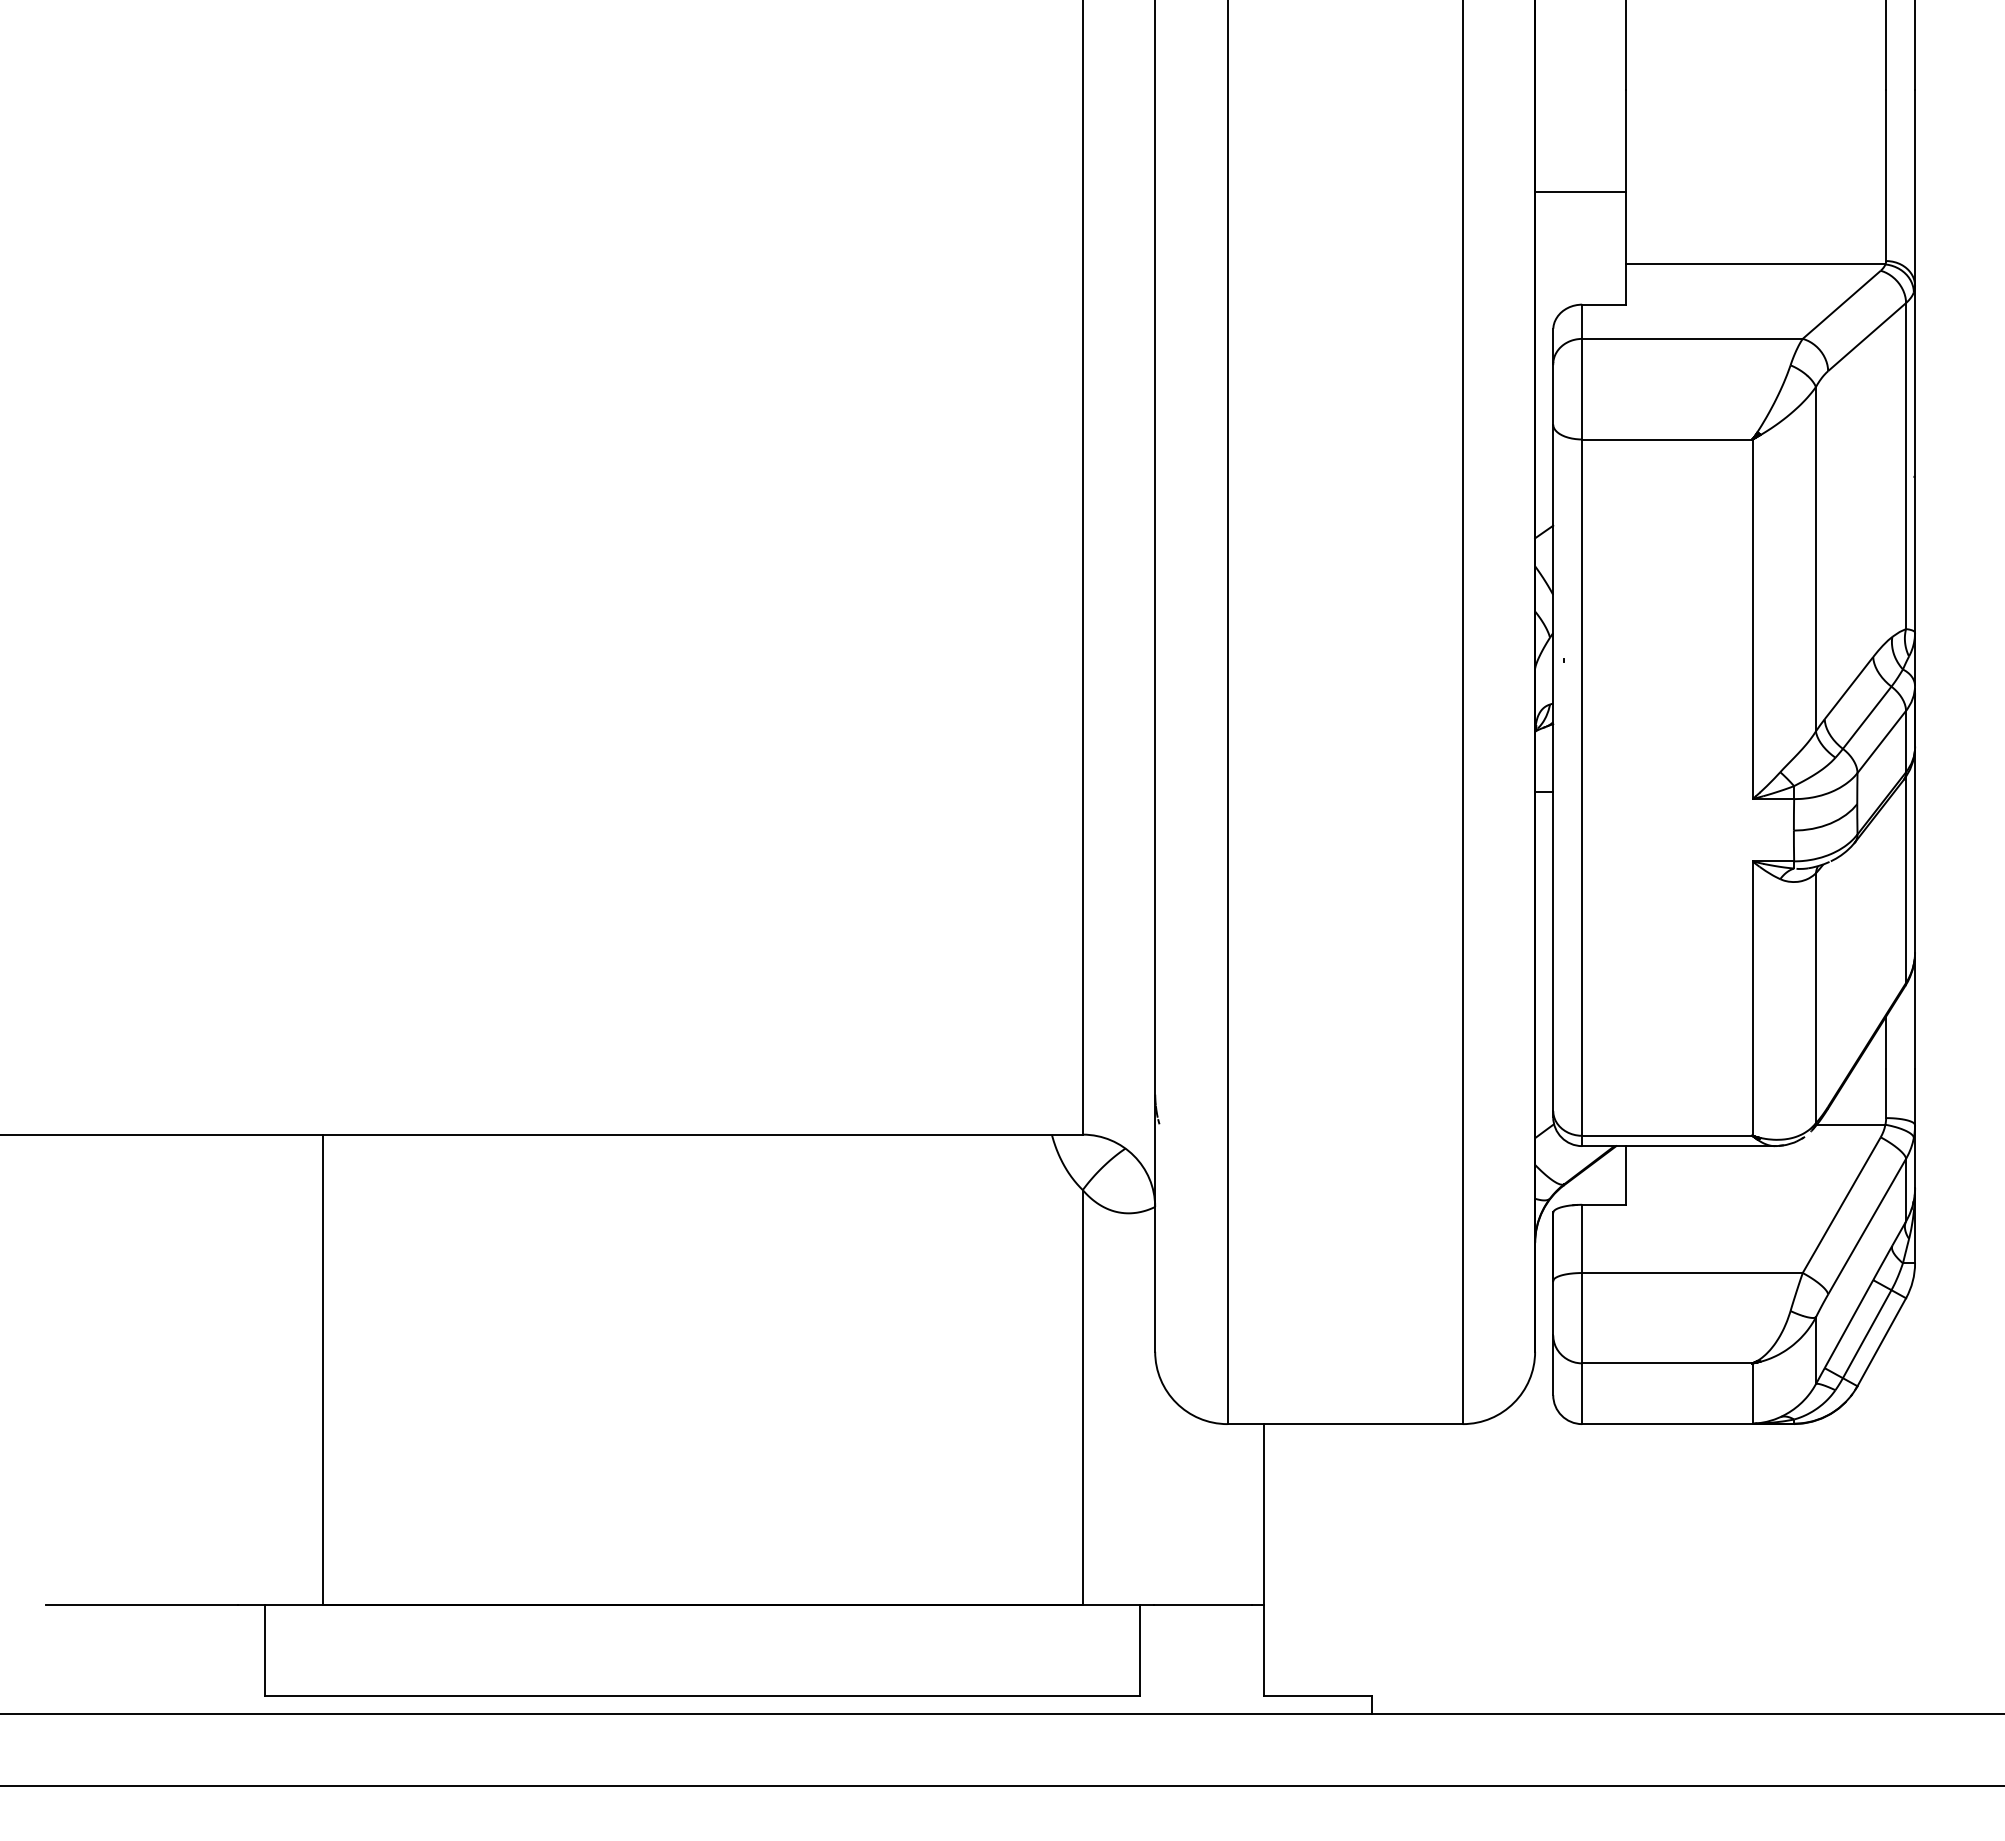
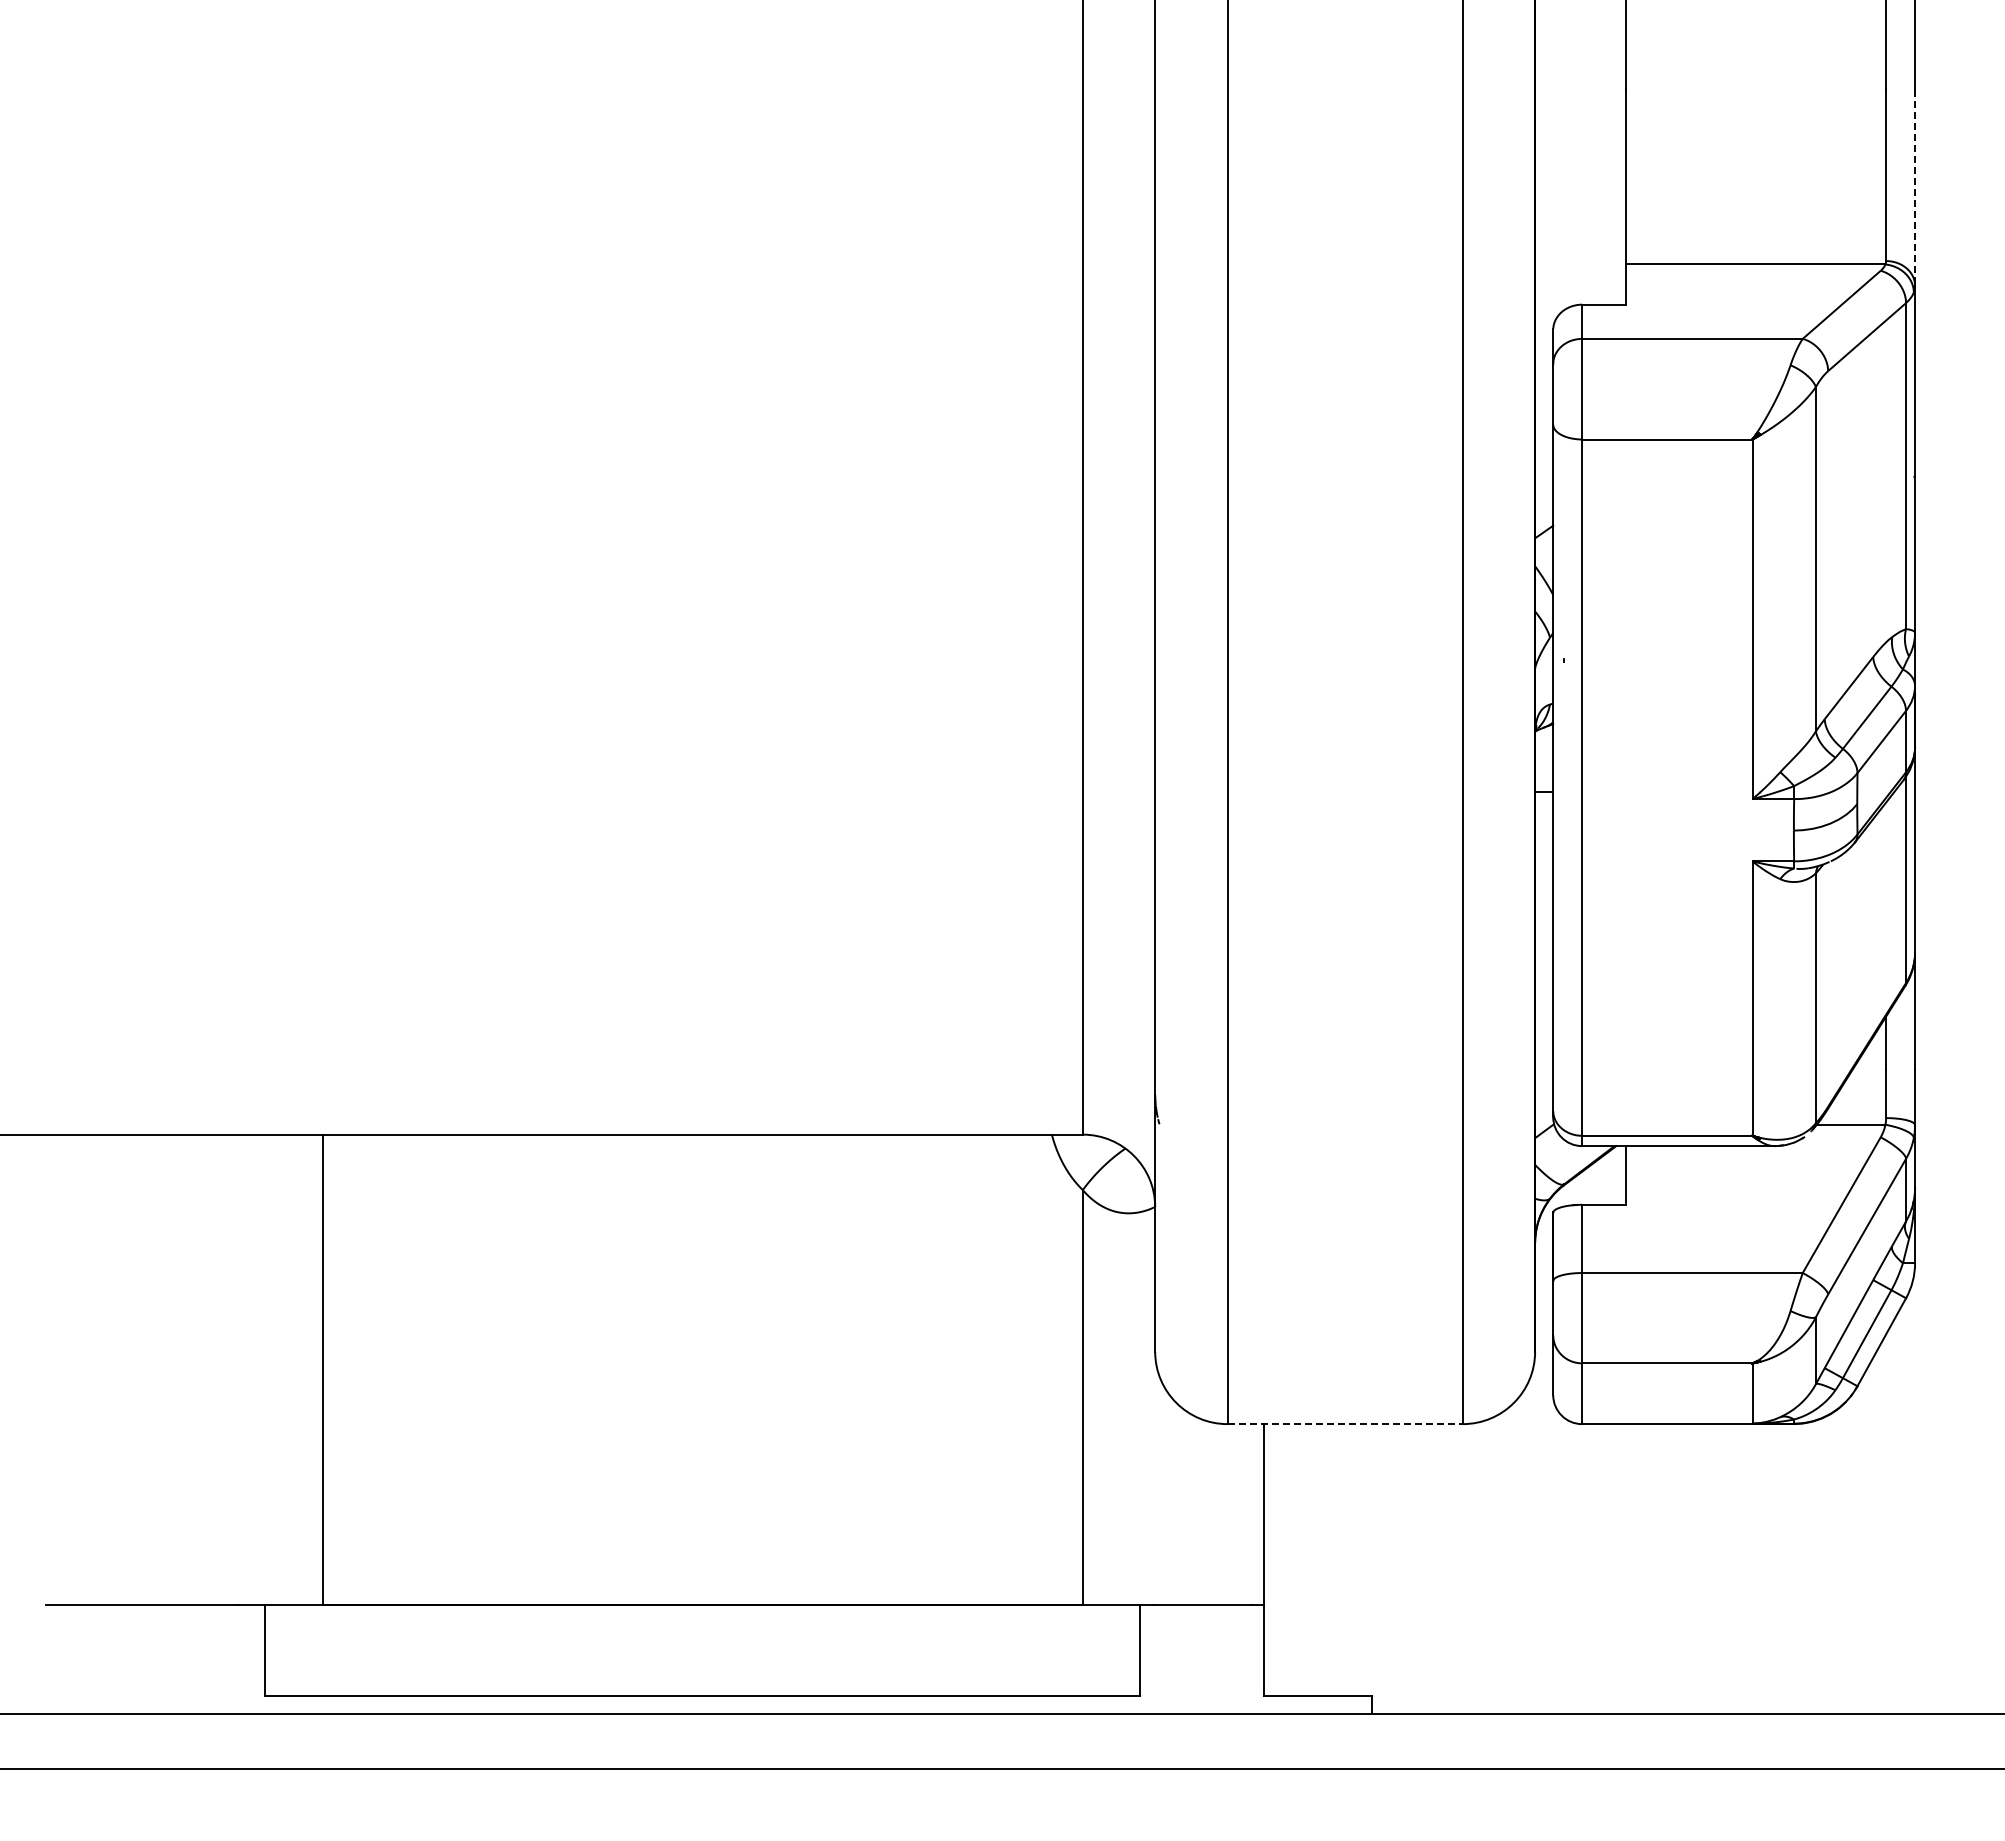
line at (1915, 188): solid -> dashed
line at (1580, 192): present -> none
line at (1345, 1424): solid -> dashed
line at (1001, 1785) position: (1001, 1785) -> (1001, 1768)
